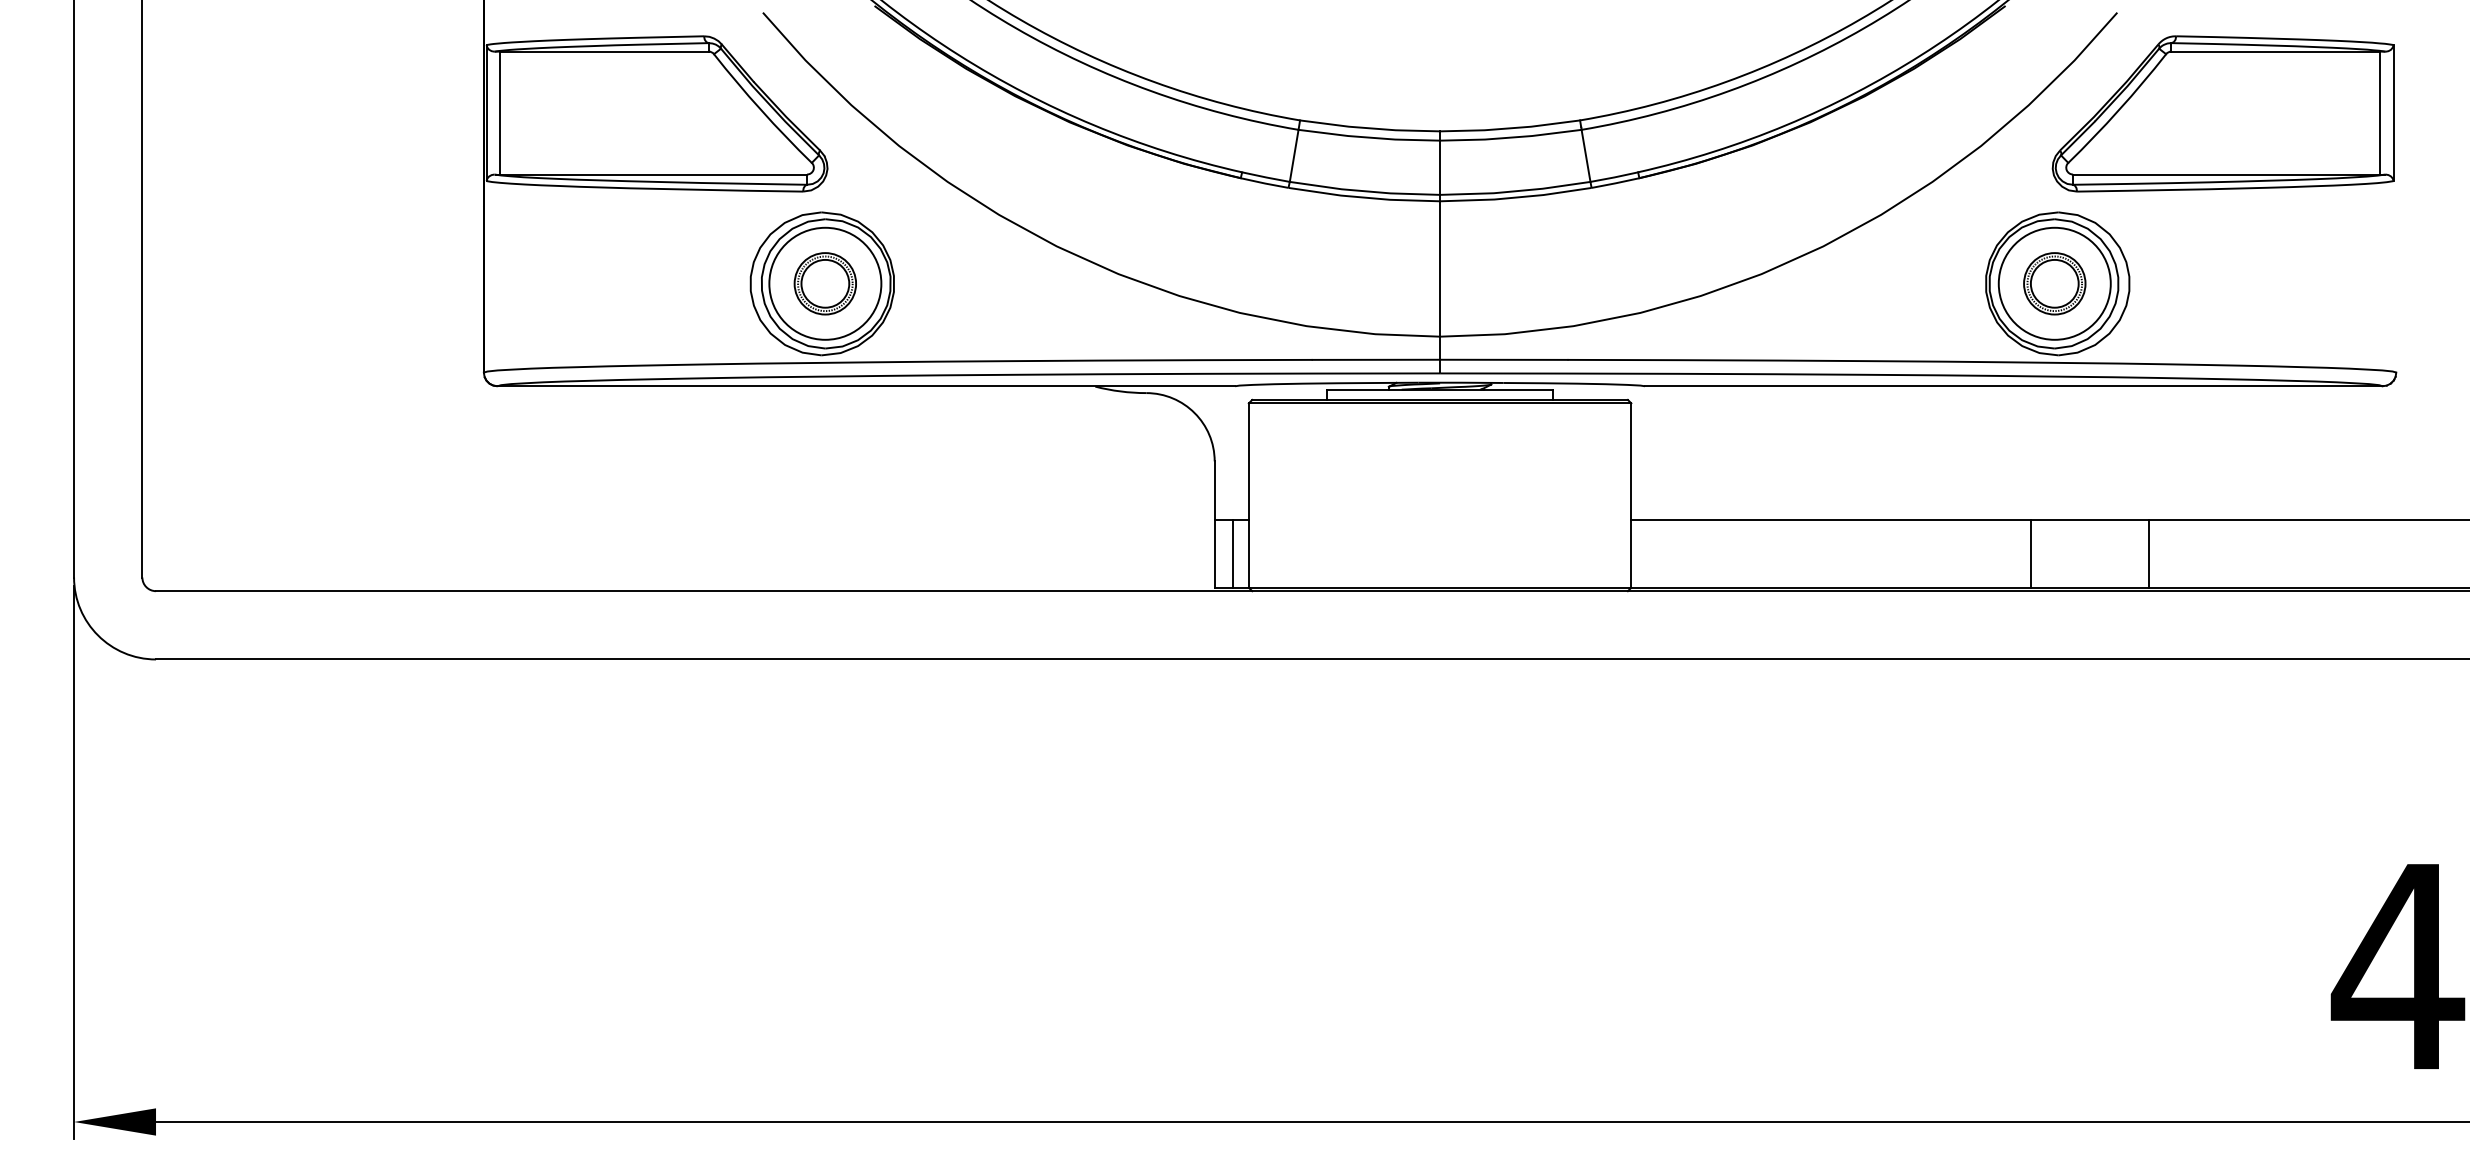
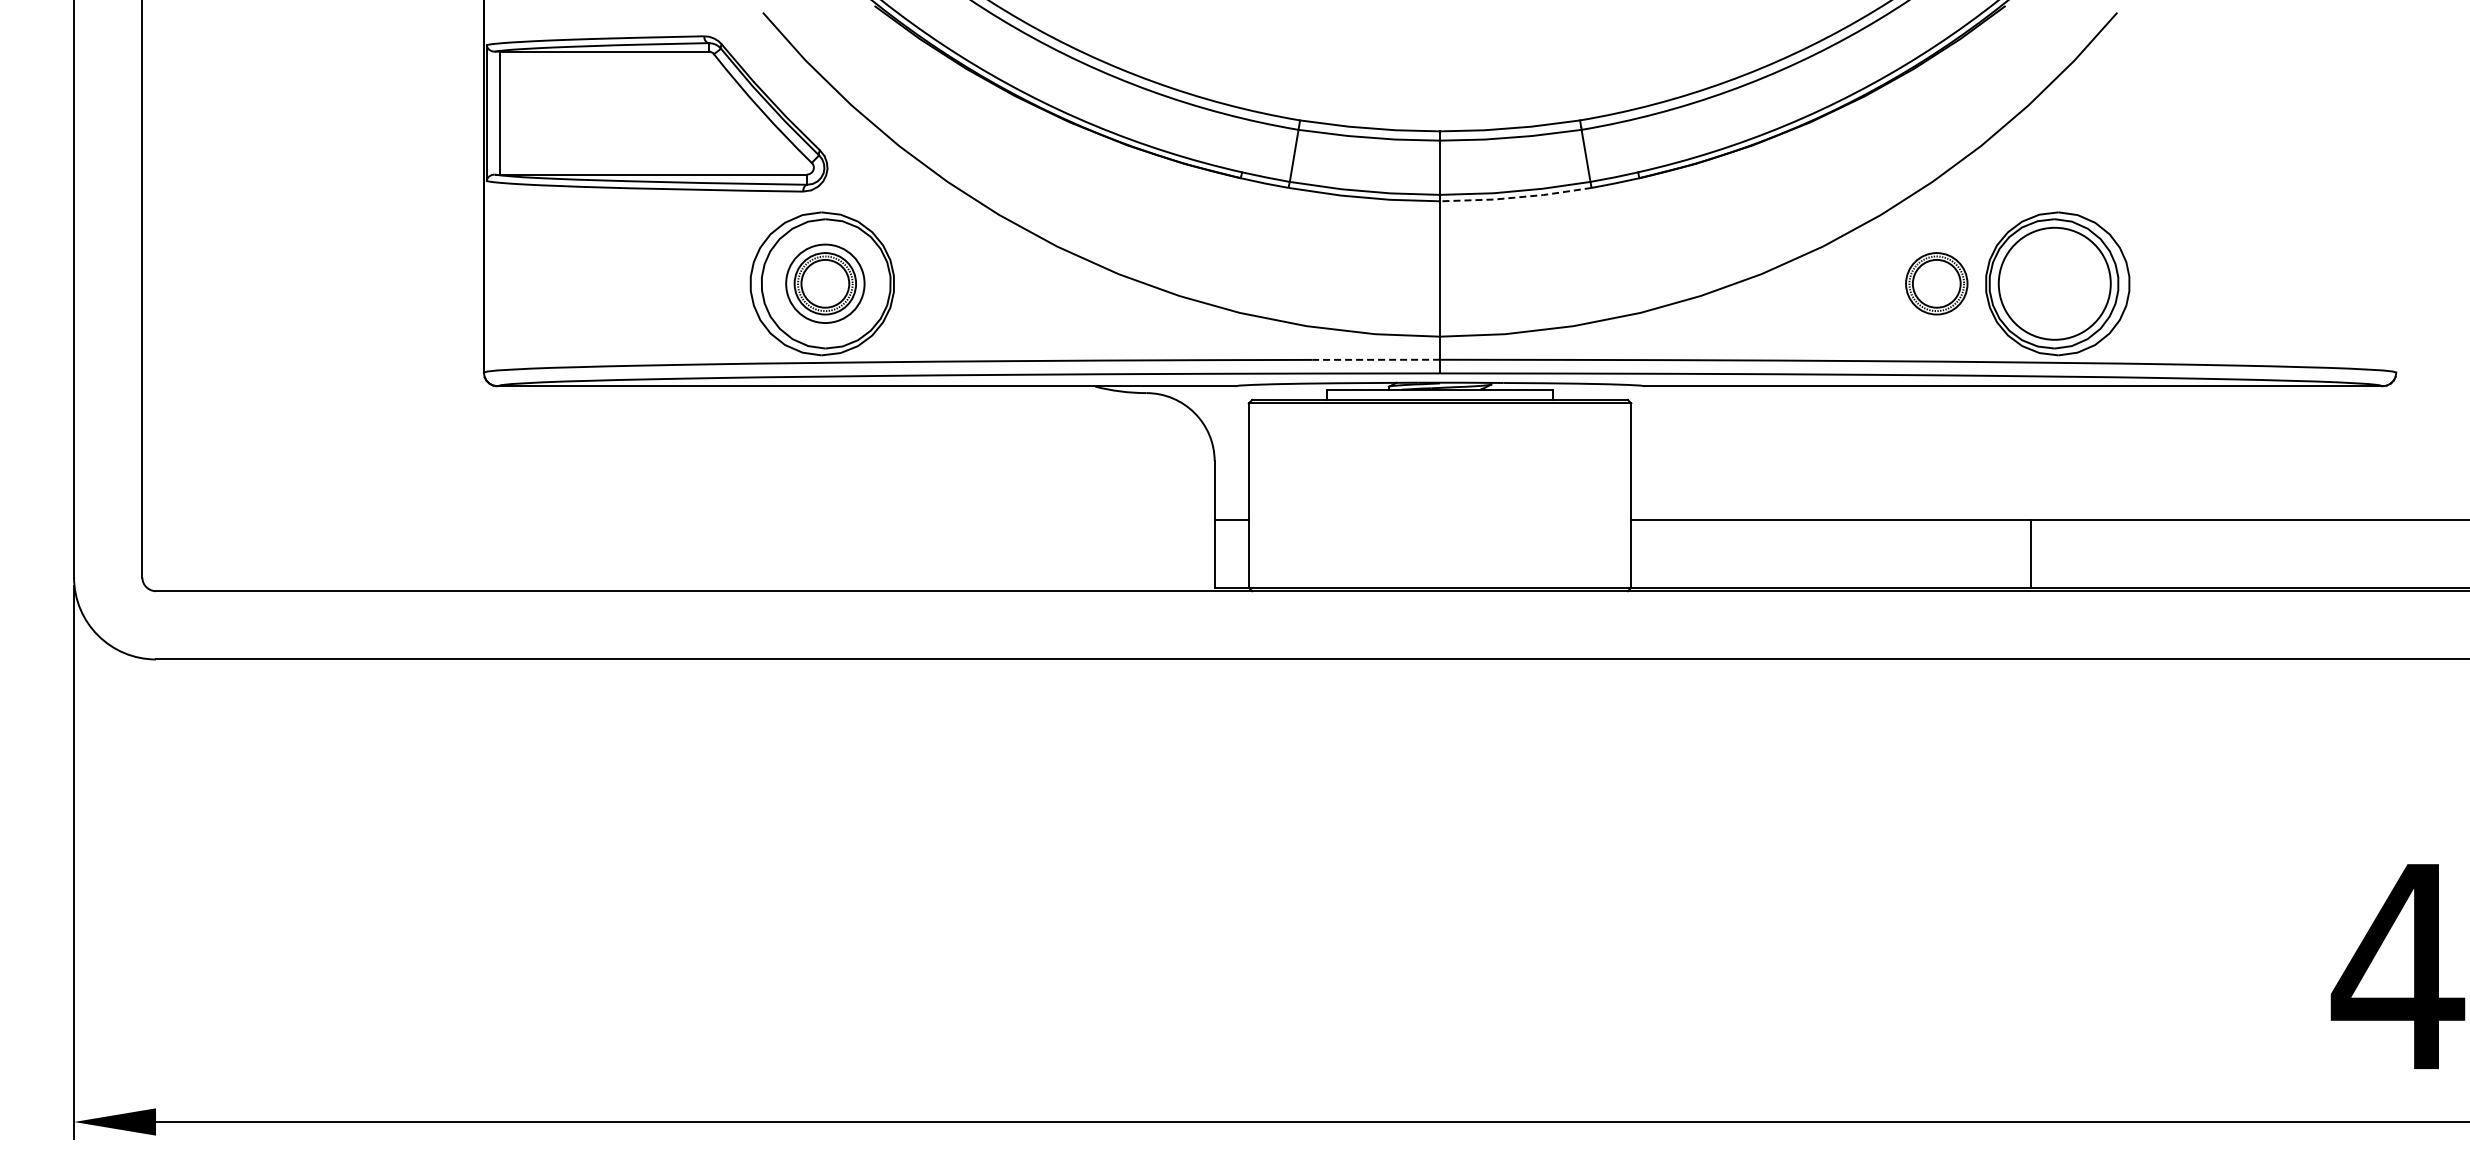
part at (2222, 113): present -> none
line at (1516, 197): solid -> dashed
circle at (825, 283) diameter: 112 px -> 78 px
part at (2054, 283) position: (2054, 283) -> (1936, 283)
line at (1376, 359): solid -> dashed
line at (1232, 554): present -> none
line at (2149, 554): present -> none
